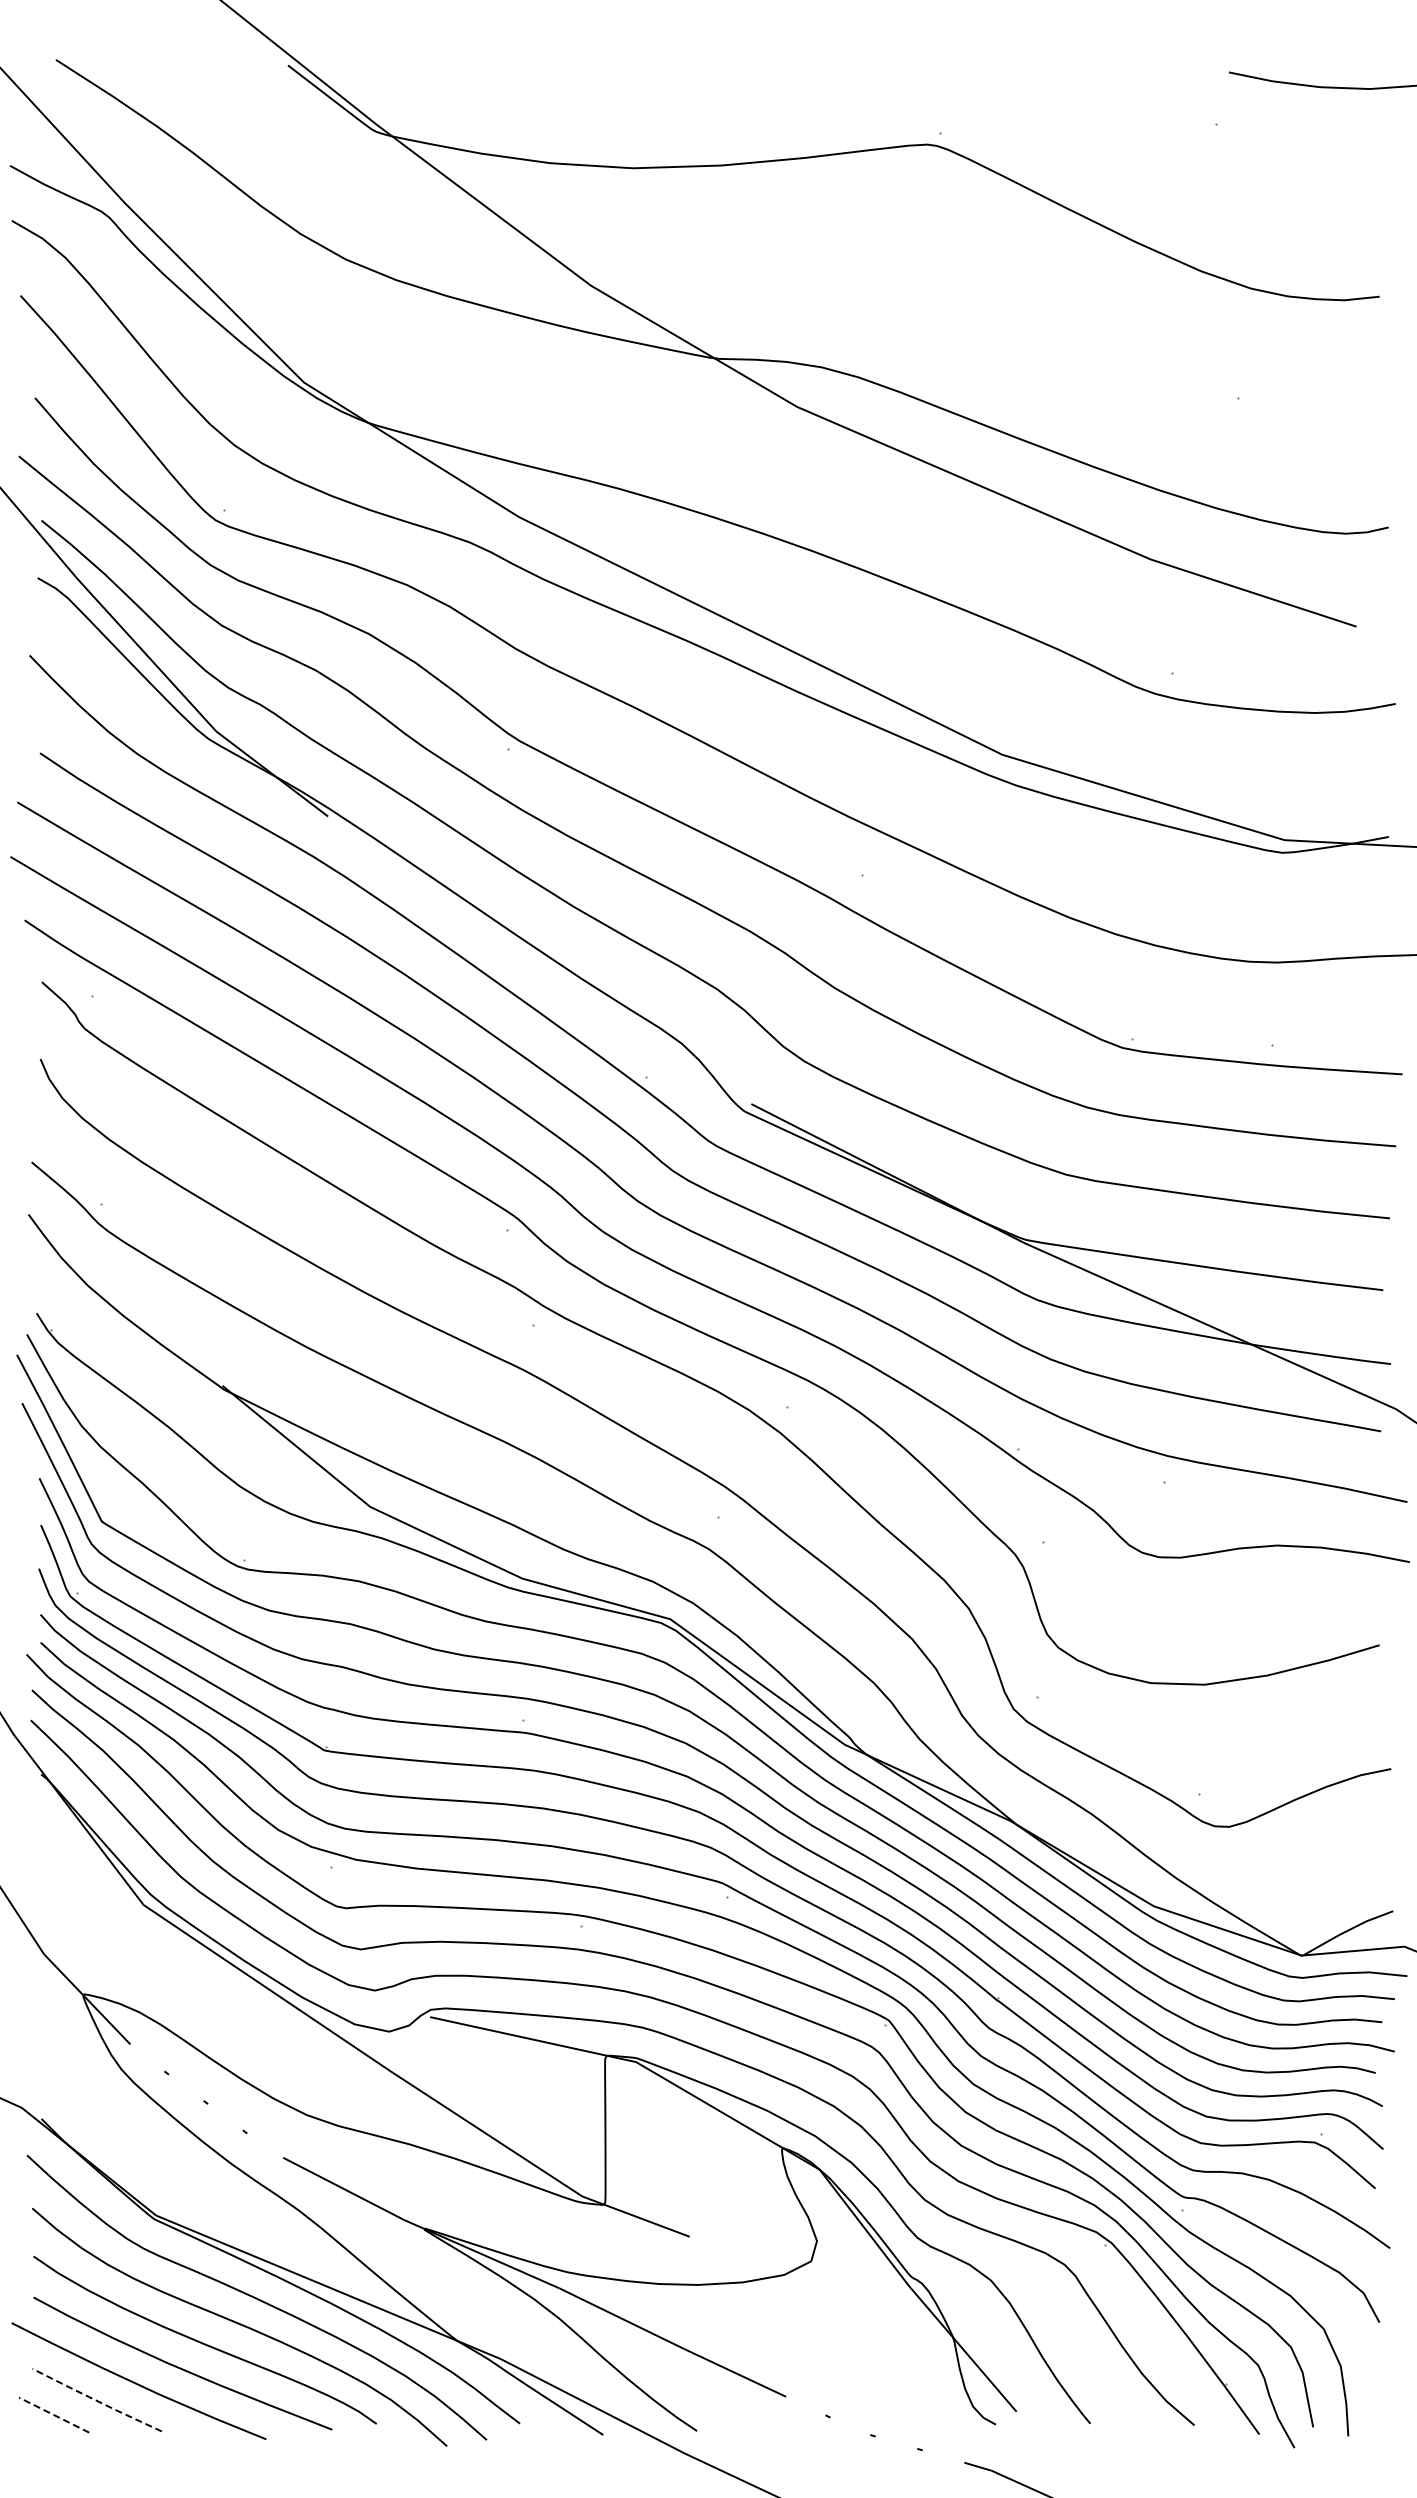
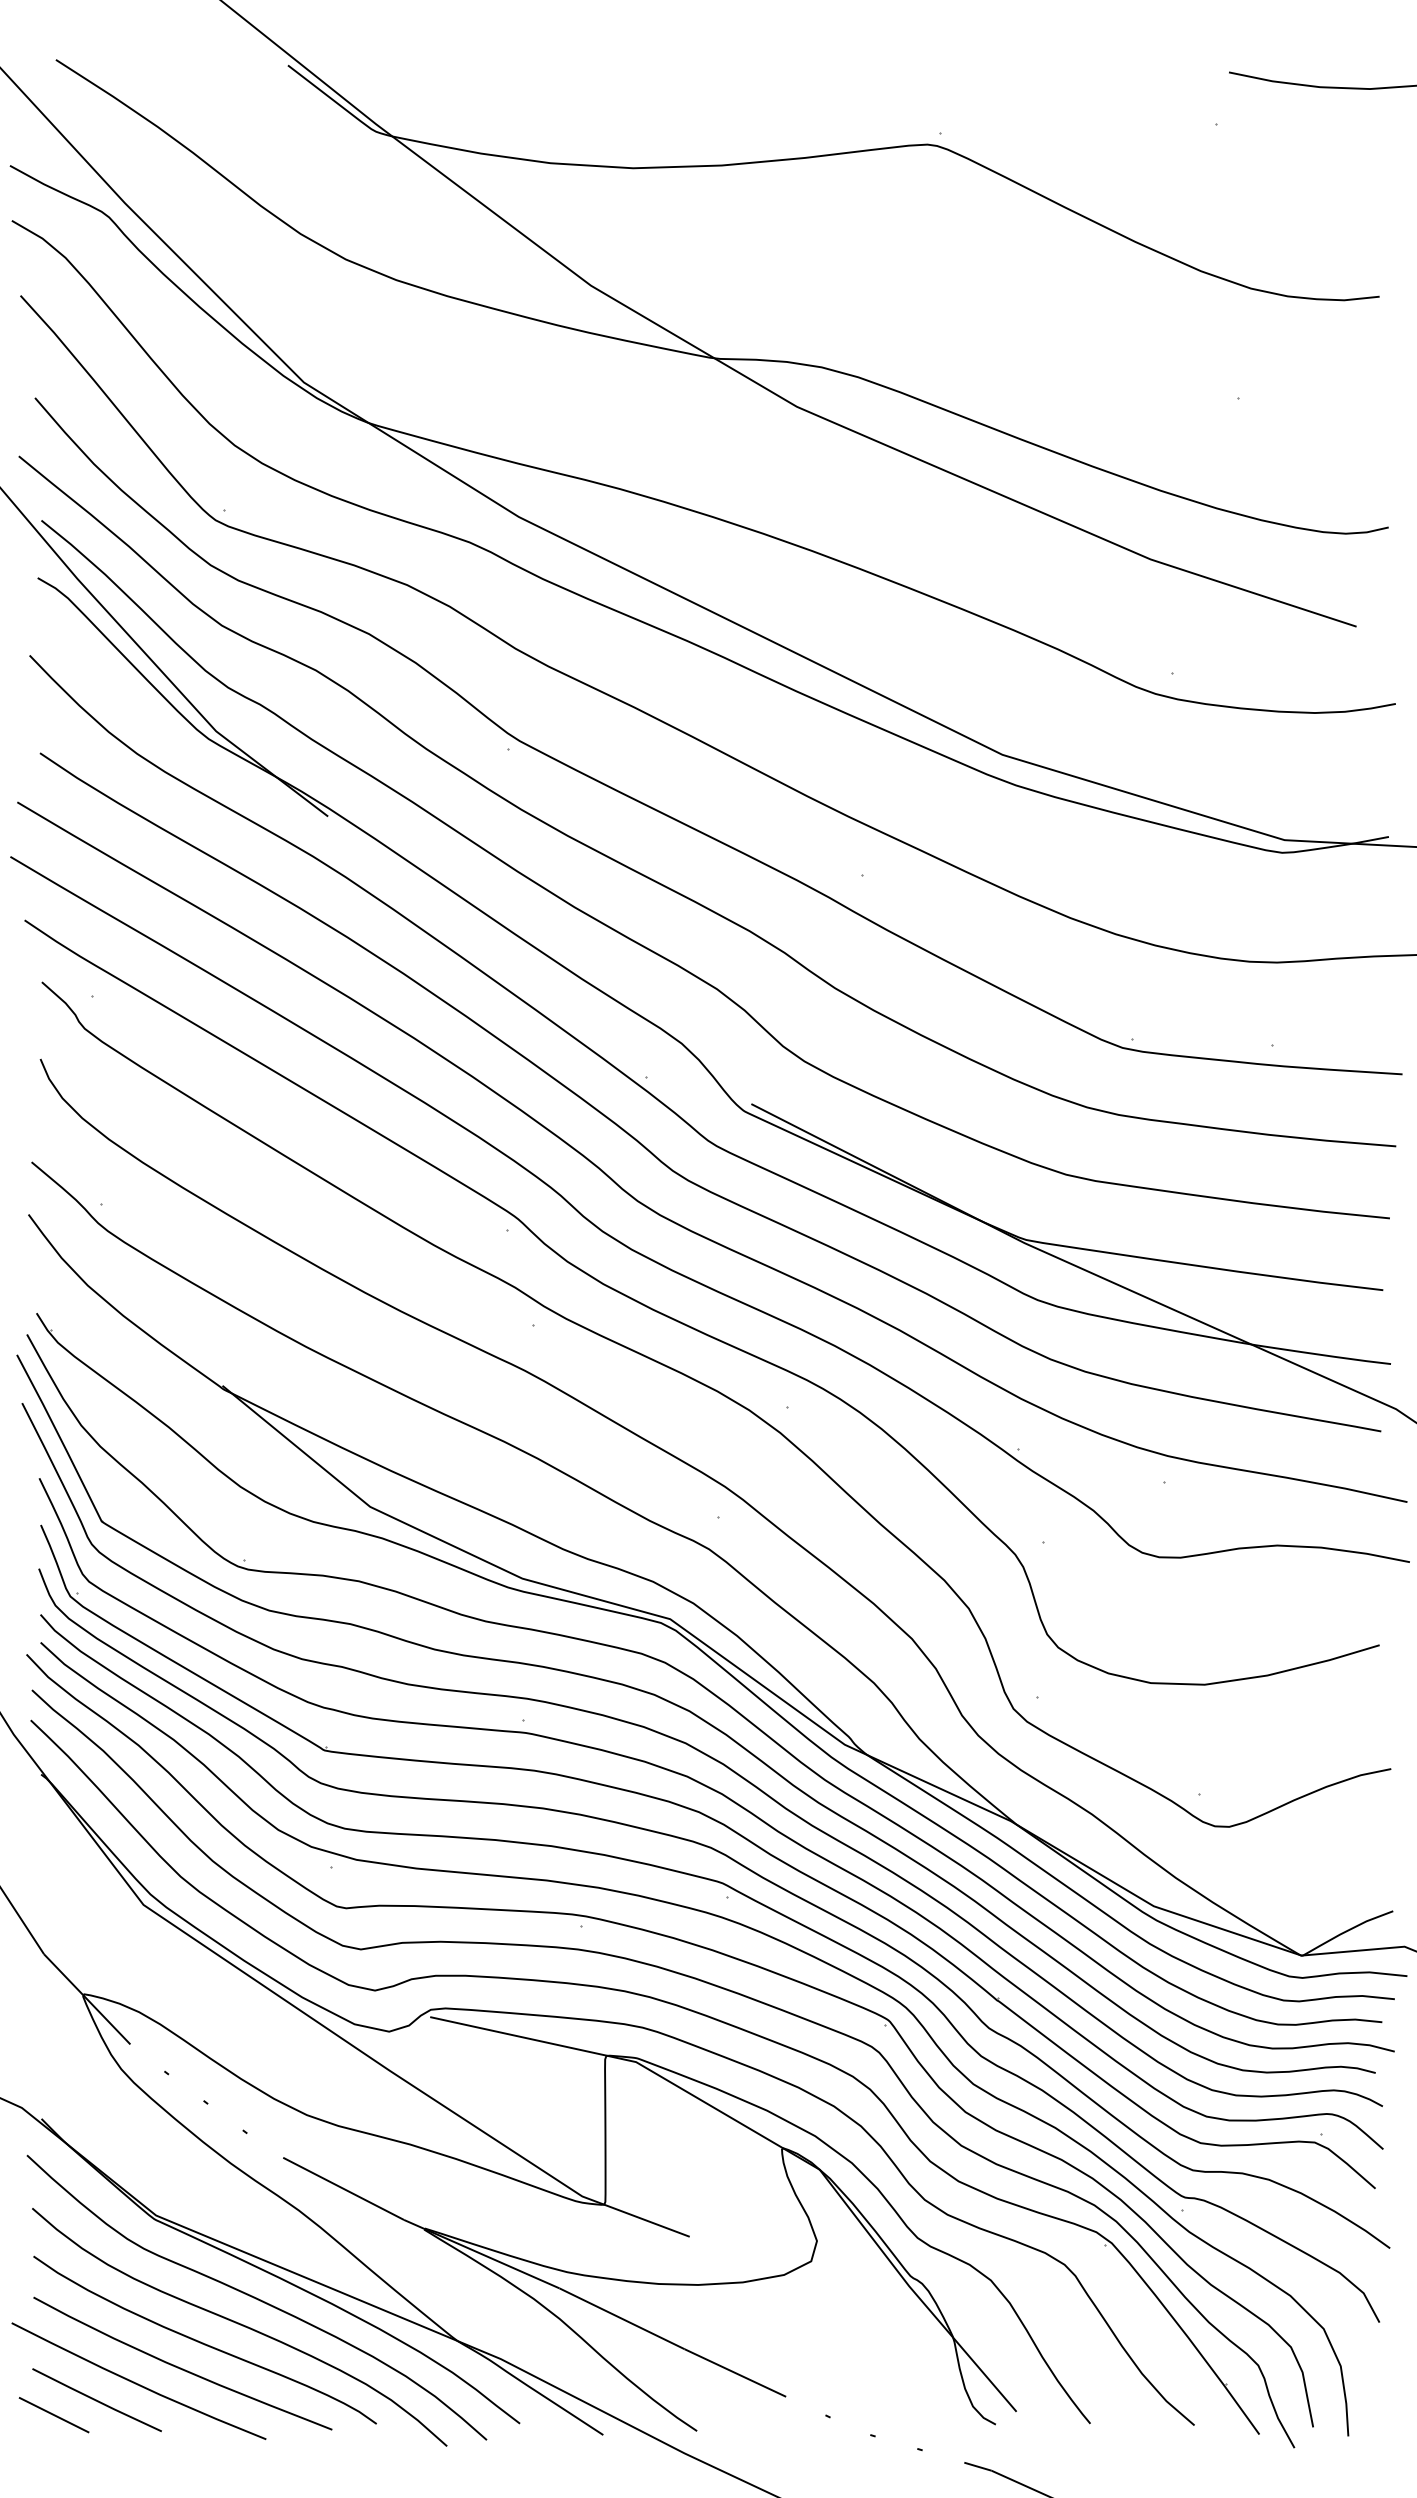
line at (96, 2400): dashed -> solid
line at (53, 2414): dashed -> solid
